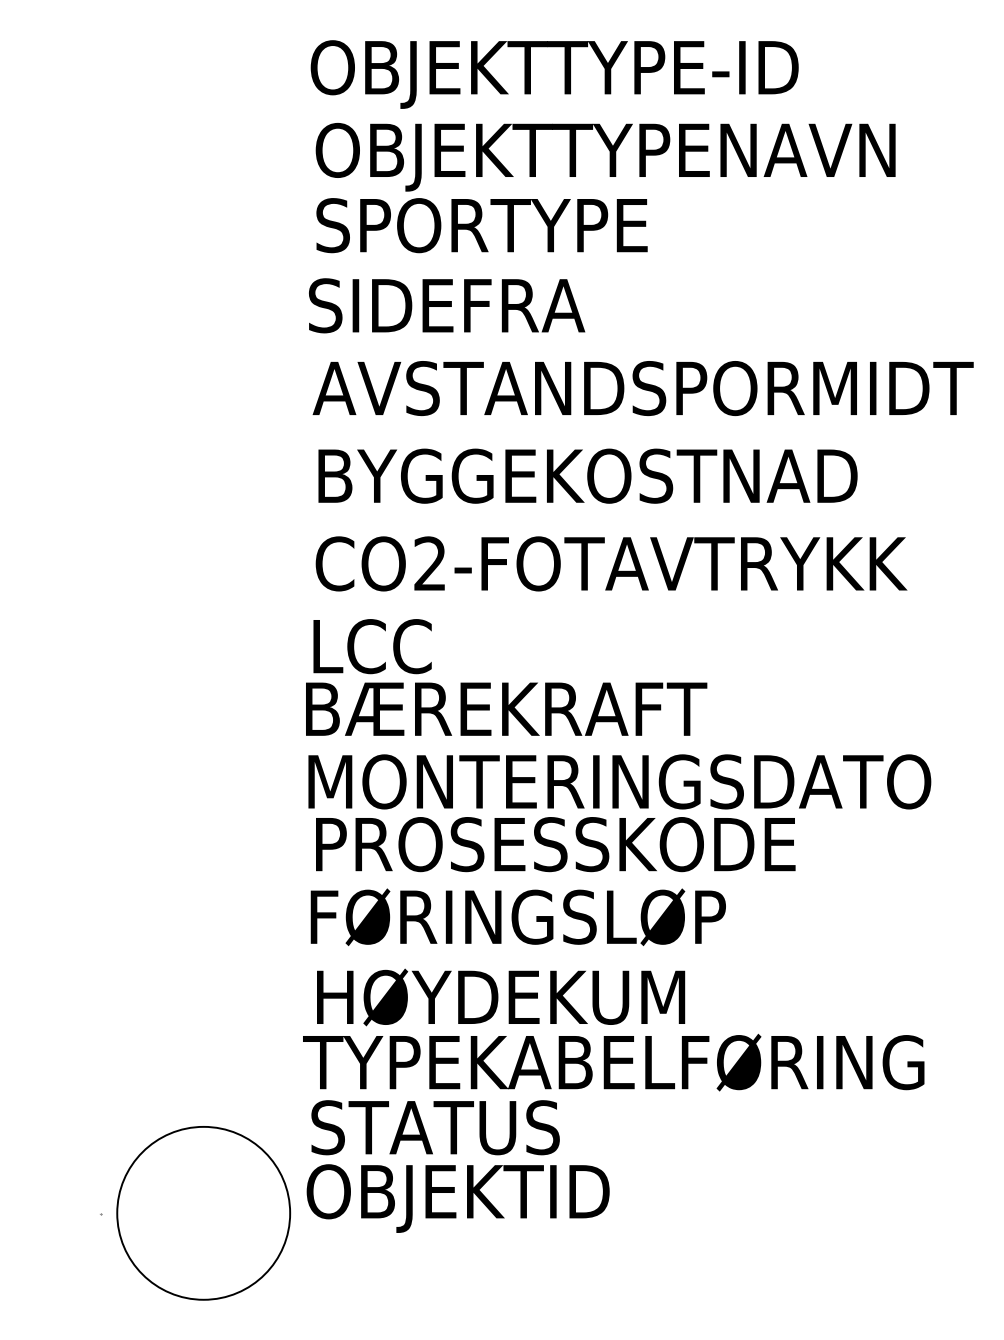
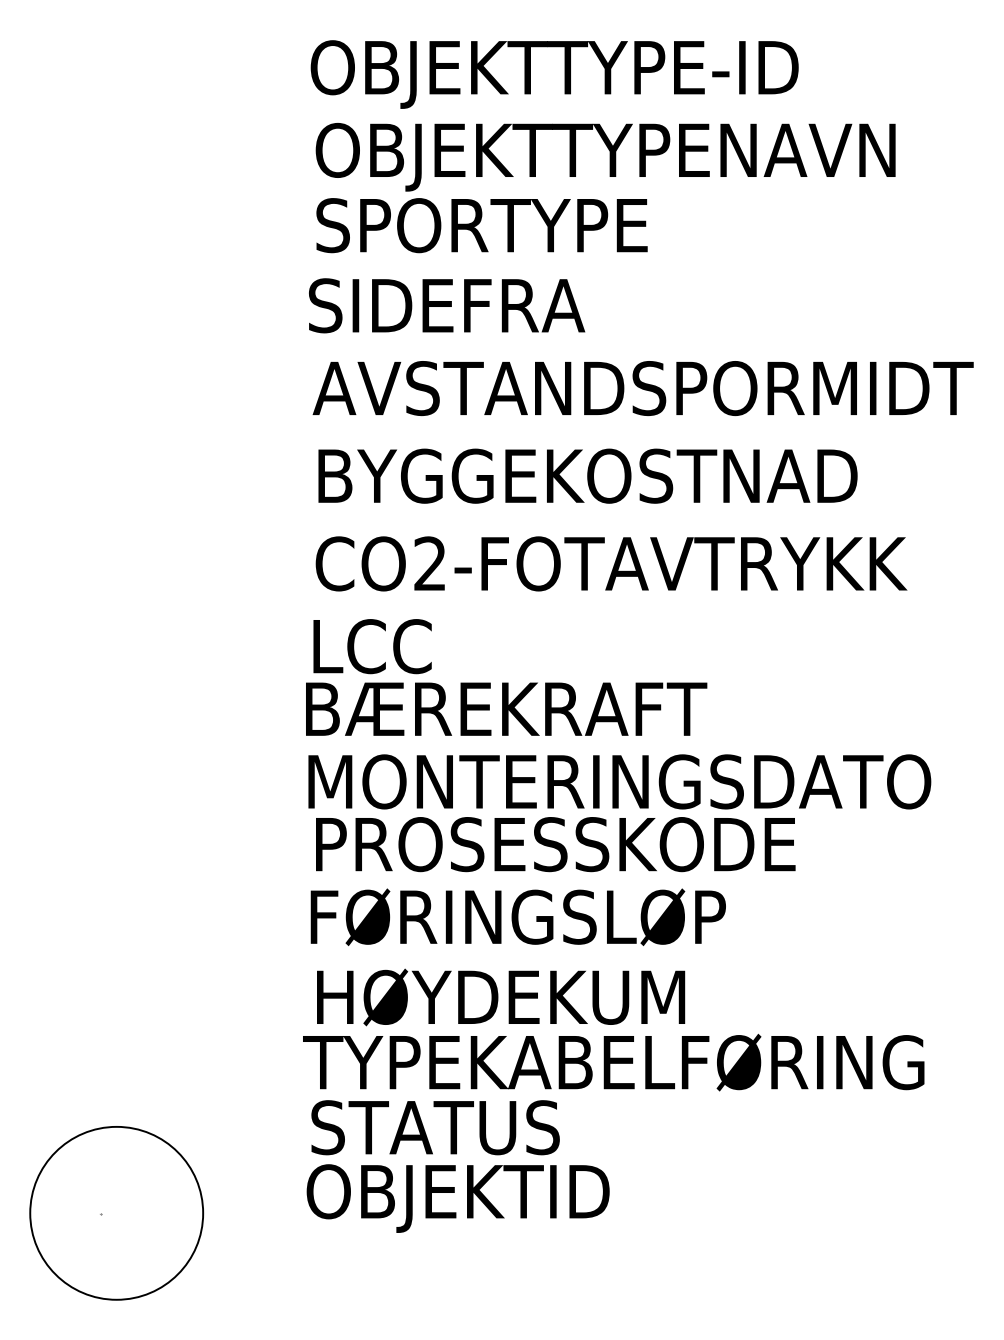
circle at (203, 1213) position: (203, 1213) -> (116, 1213)
